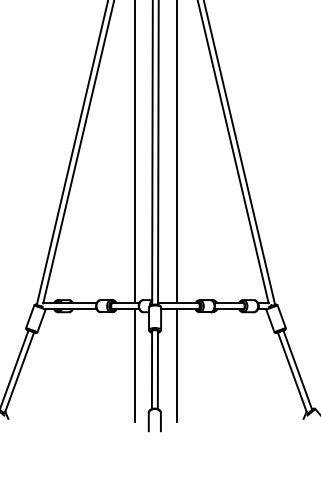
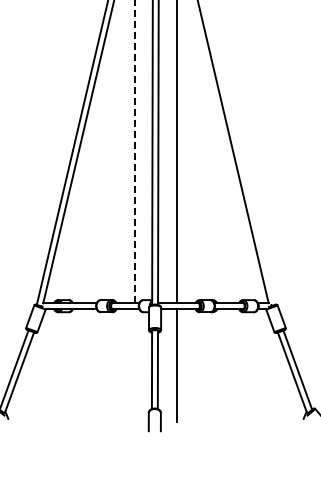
line at (135, 151): solid -> dashed
line at (239, 153): present -> none
line at (135, 365): present -> none
